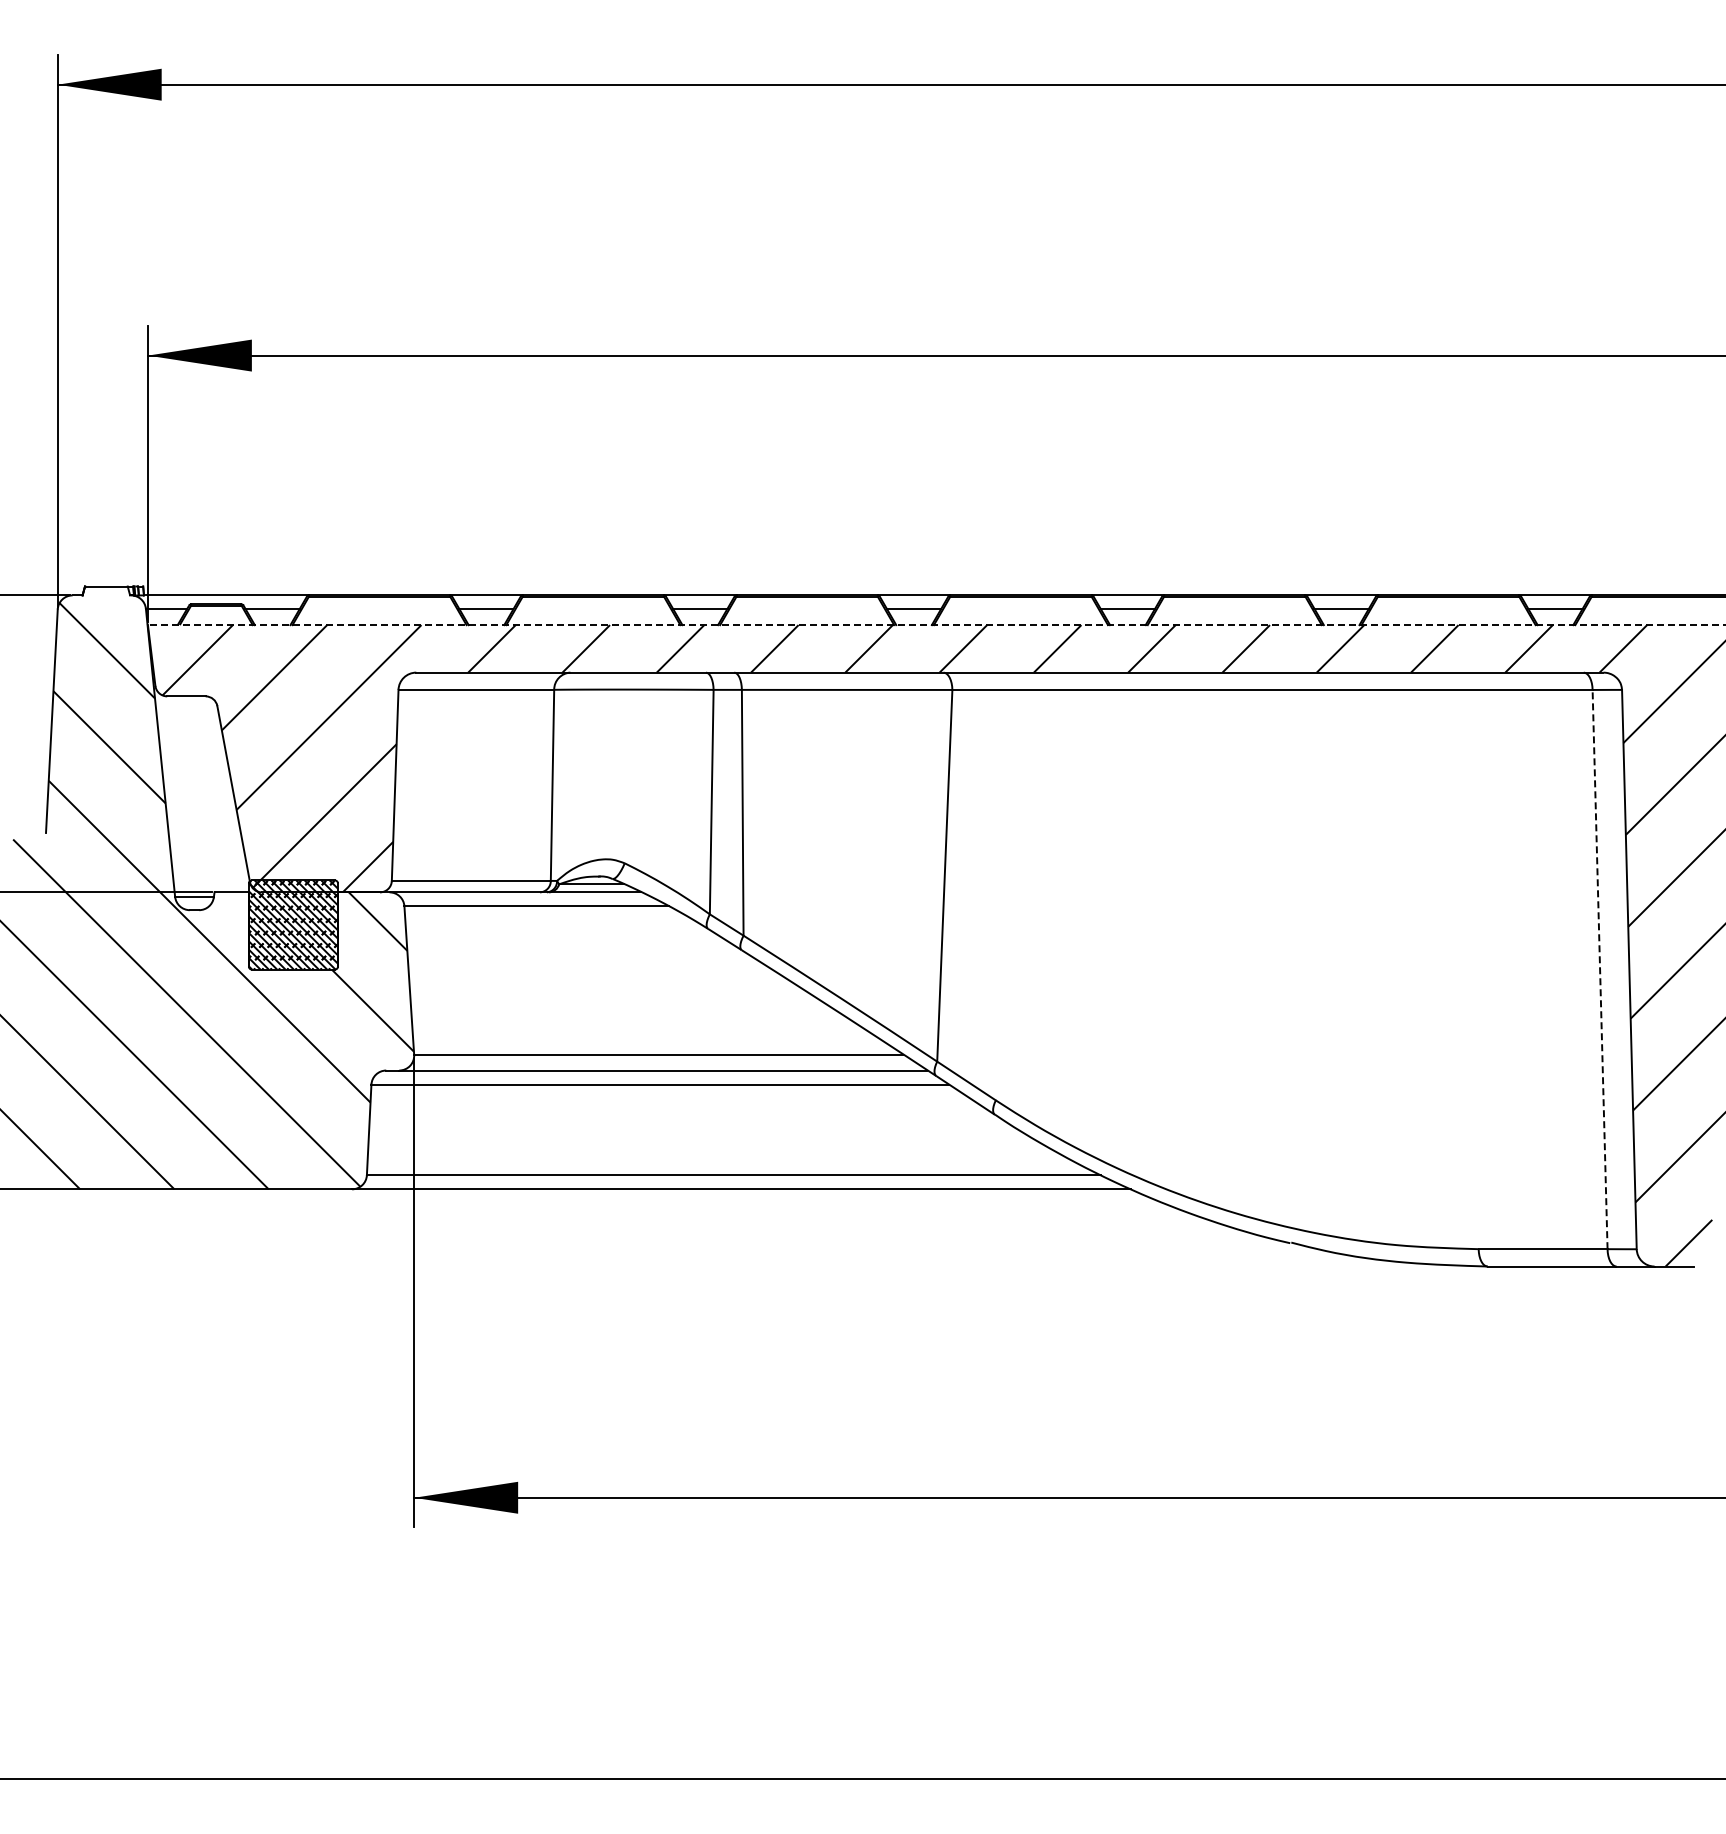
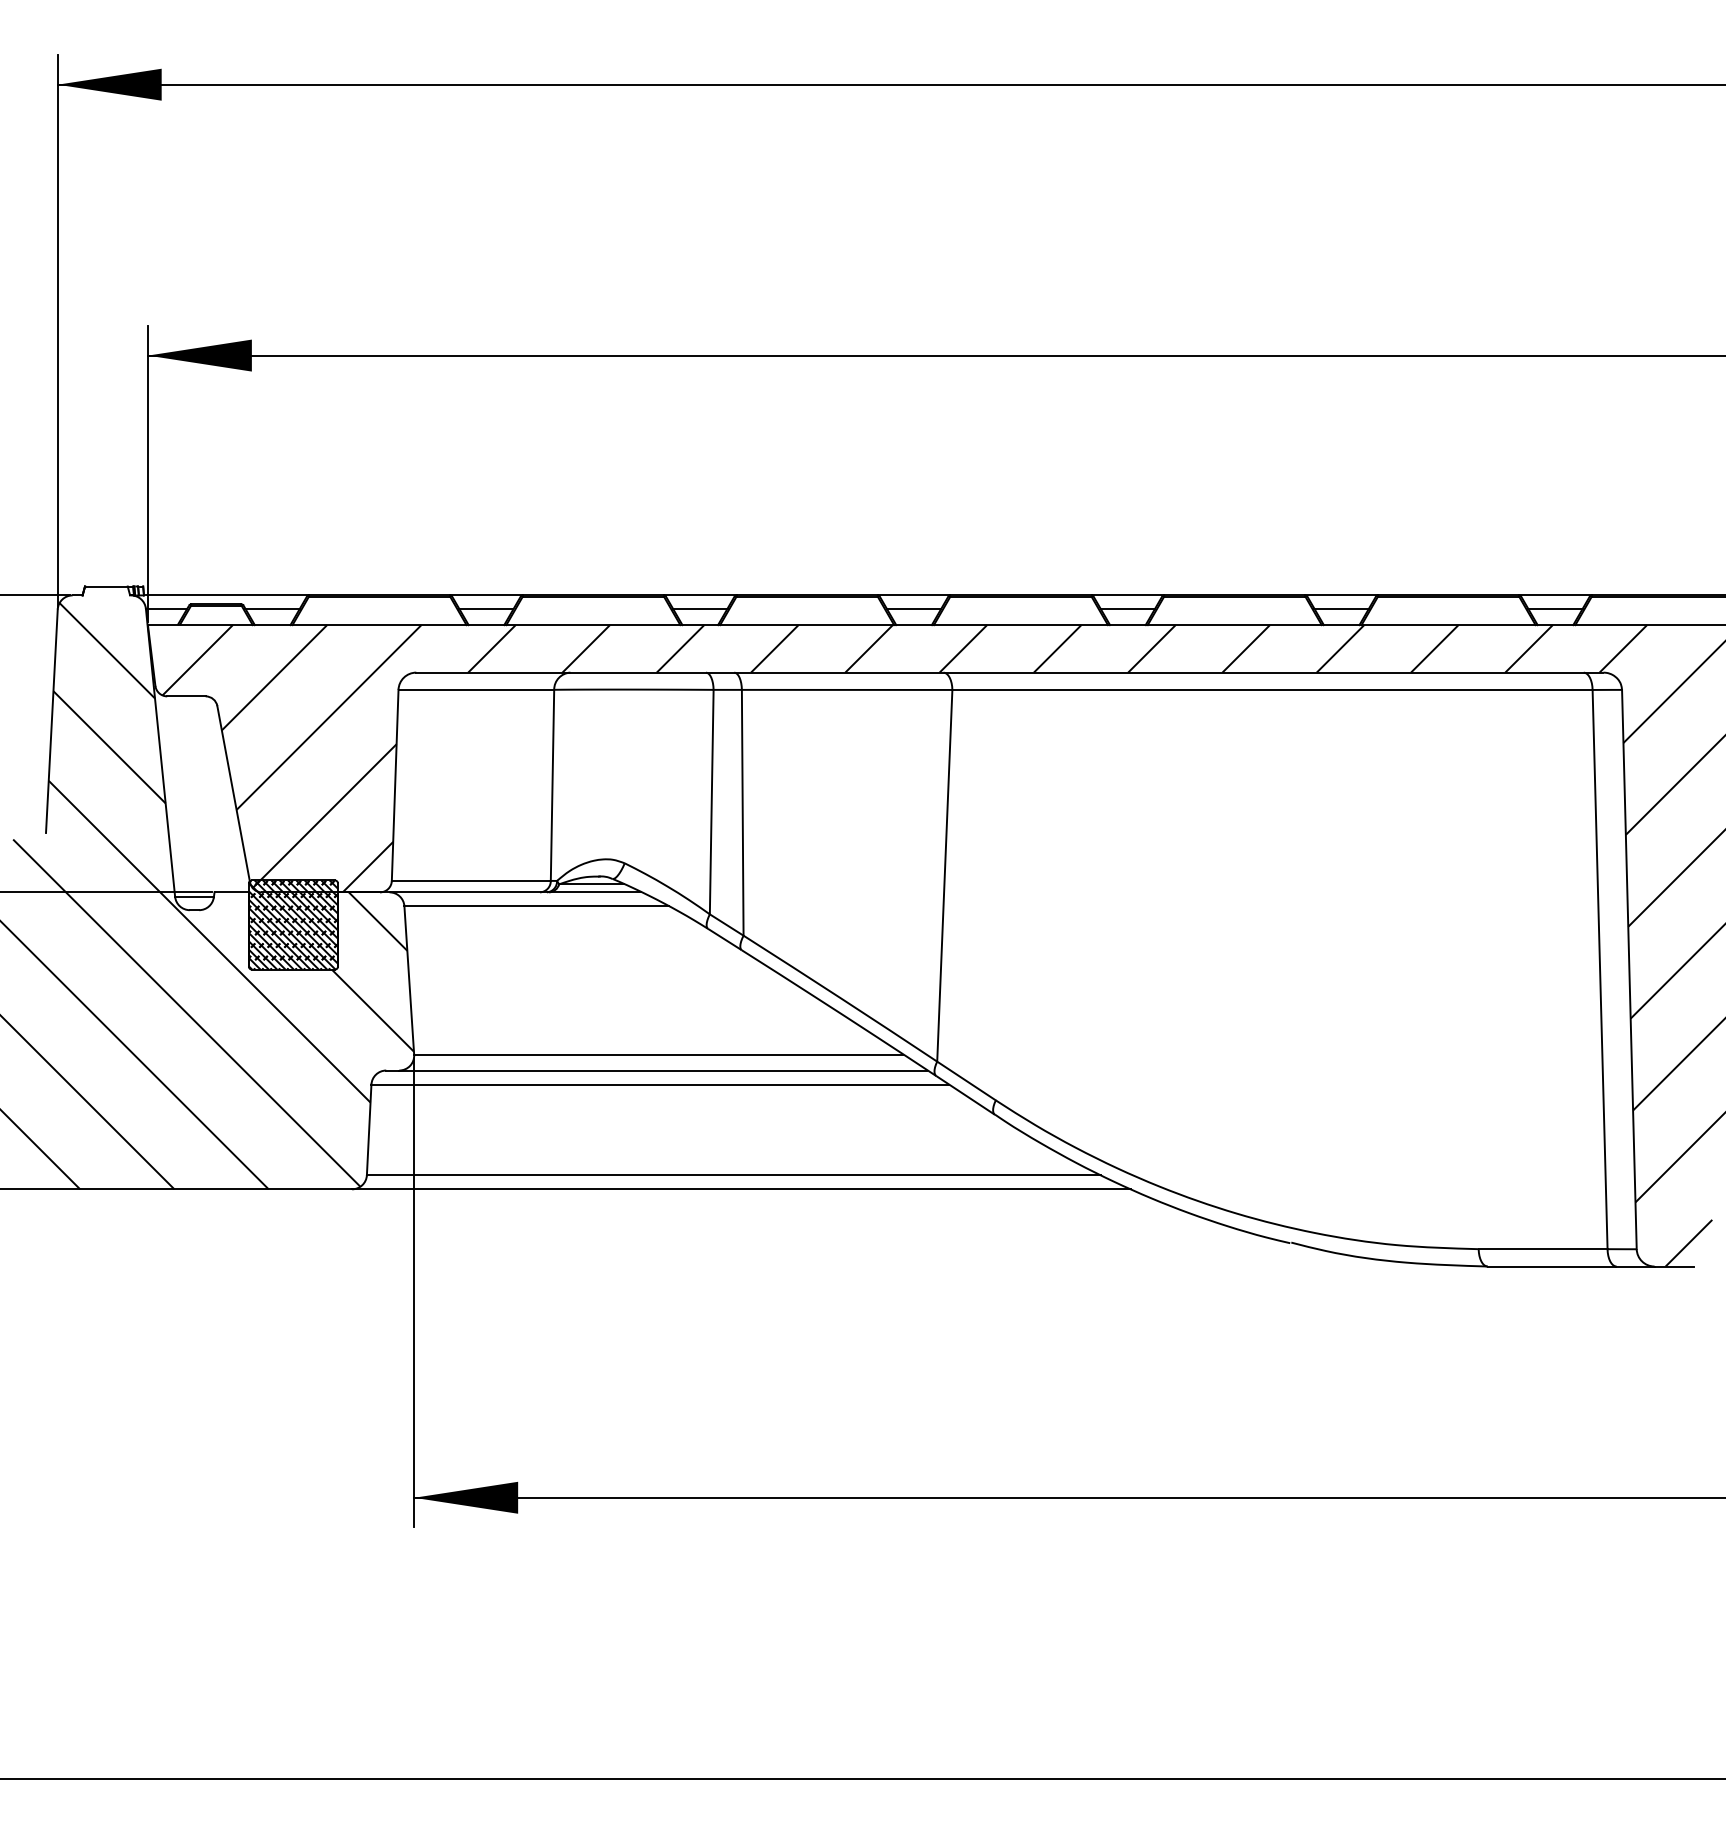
line at (936, 625): dashed -> solid
line at (1600, 969): dashed -> solid
